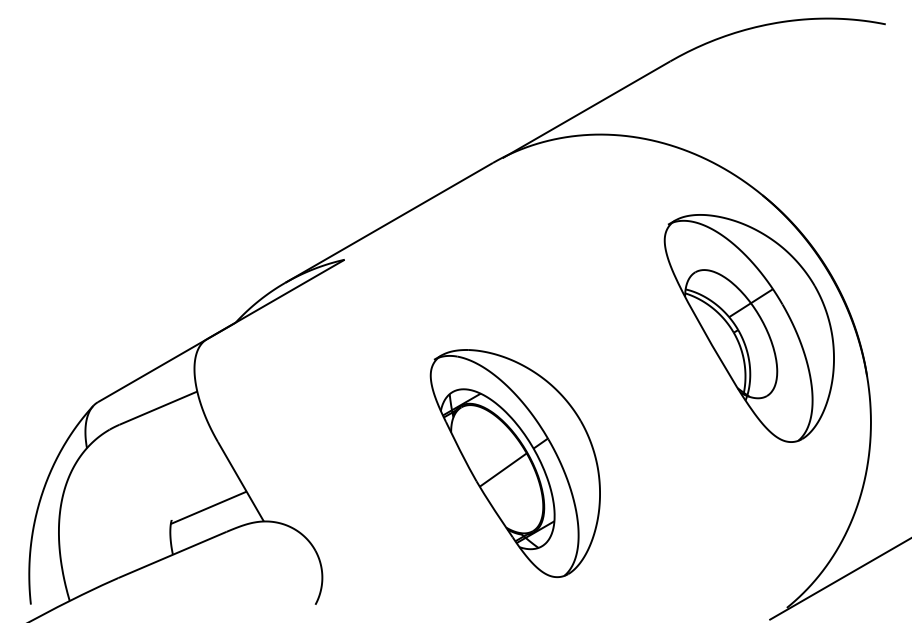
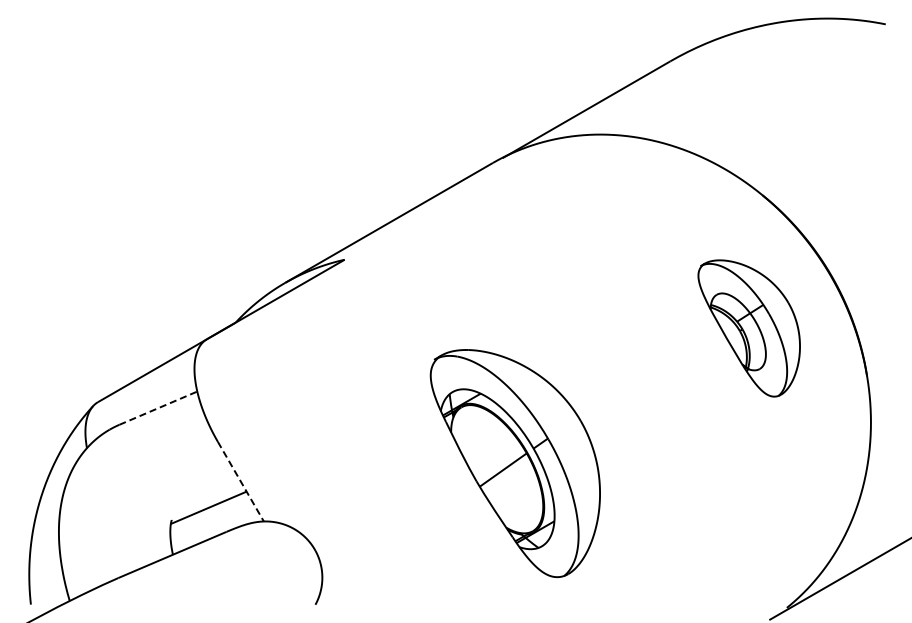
part at (748, 328) size: 172x229 px -> 104x139 px
line at (158, 408): solid -> dashed
line at (240, 481): solid -> dashed
